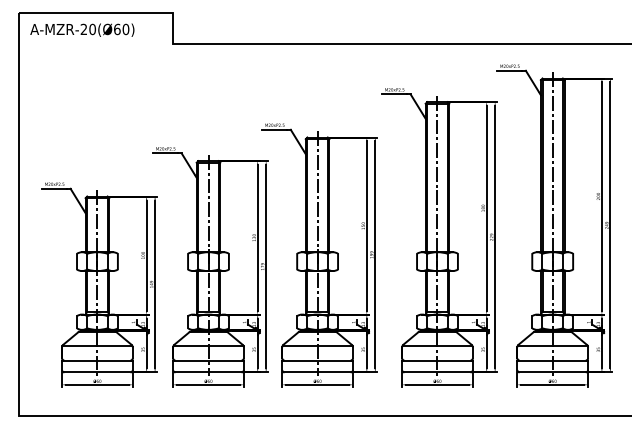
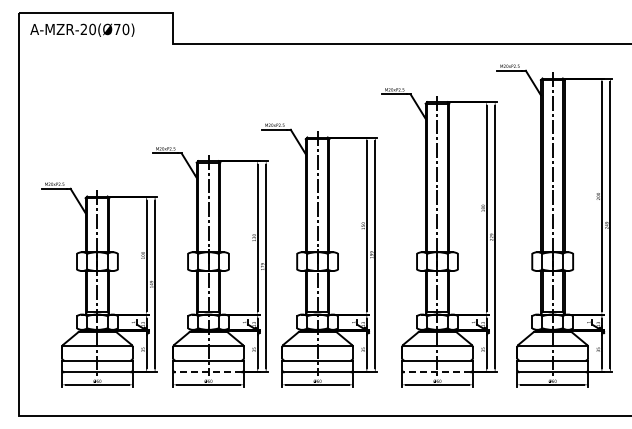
text at (117, 29): A-MZR-20(Ø60) -> A-MZR-20(Ø70)
line at (208, 372): solid -> dashed
line at (436, 372): solid -> dashed
